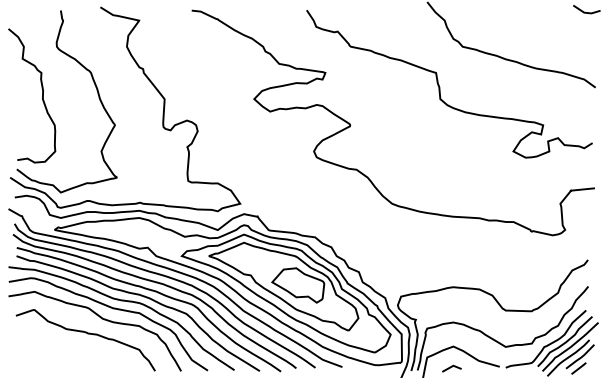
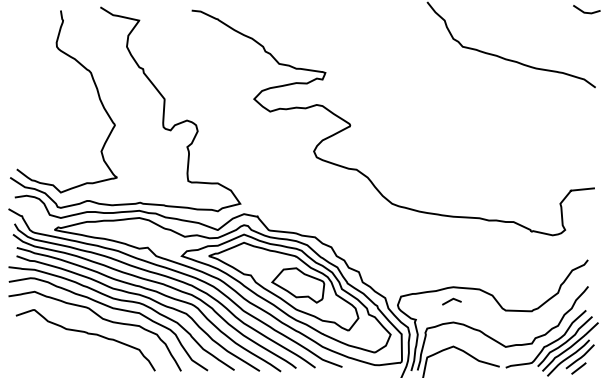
curve at (440, 87): present -> none
curve at (42, 95): present -> none
line at (451, 367) position: (451, 367) -> (451, 300)
